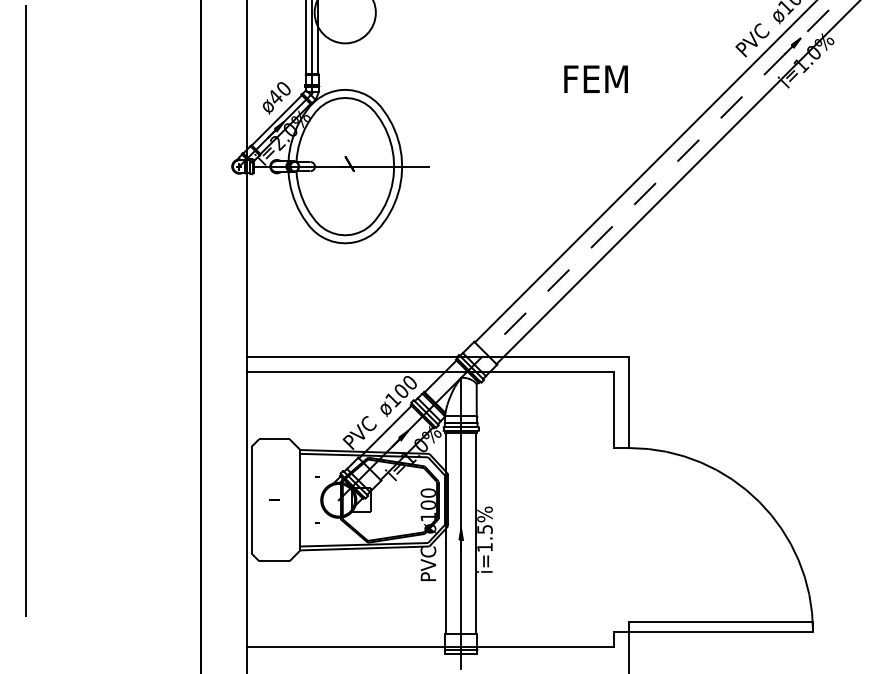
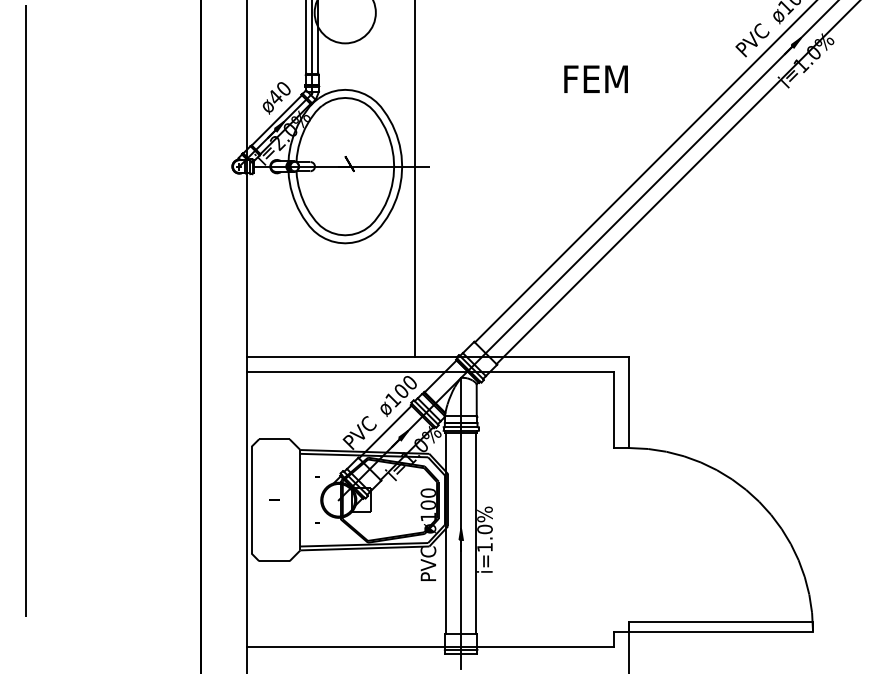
line at (415, 179): none -> present
line at (649, 189): dashed -> solid
text at (484, 529): i=1.5% -> i=1.0%
